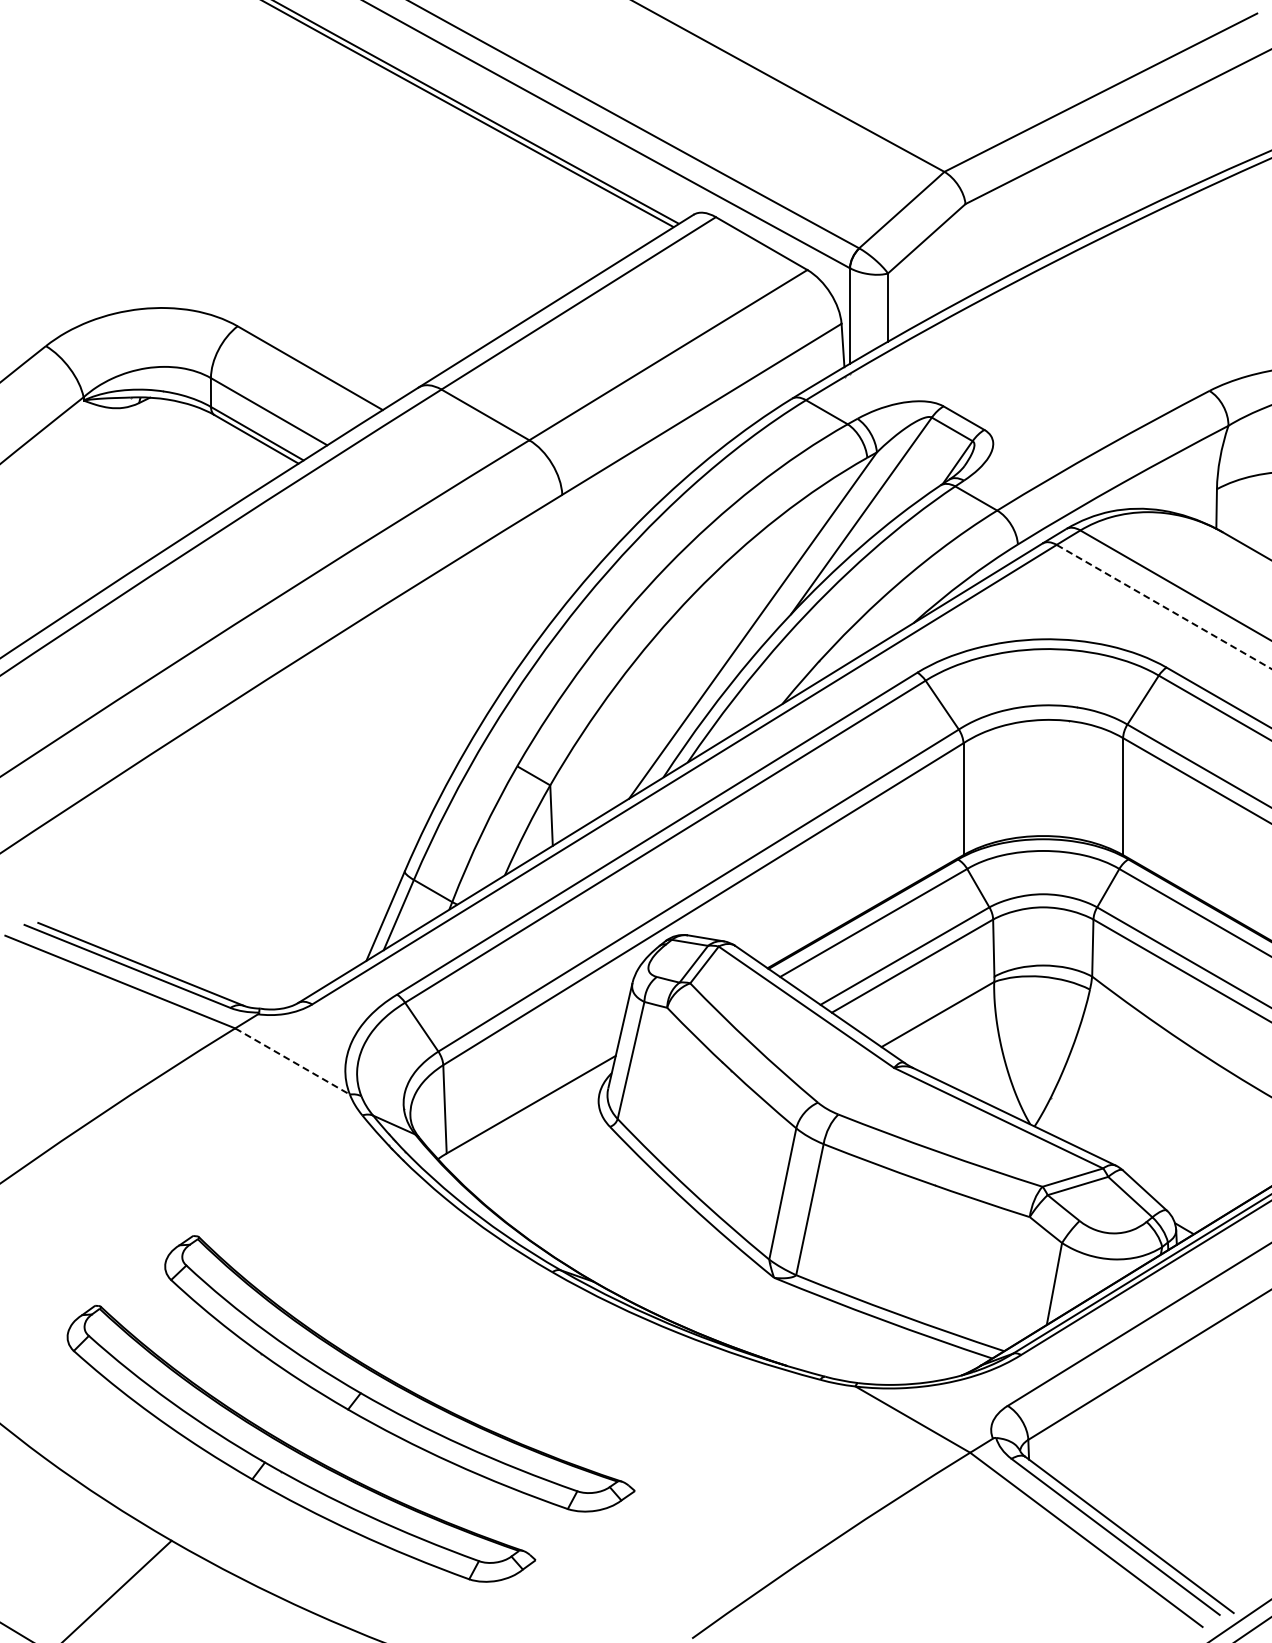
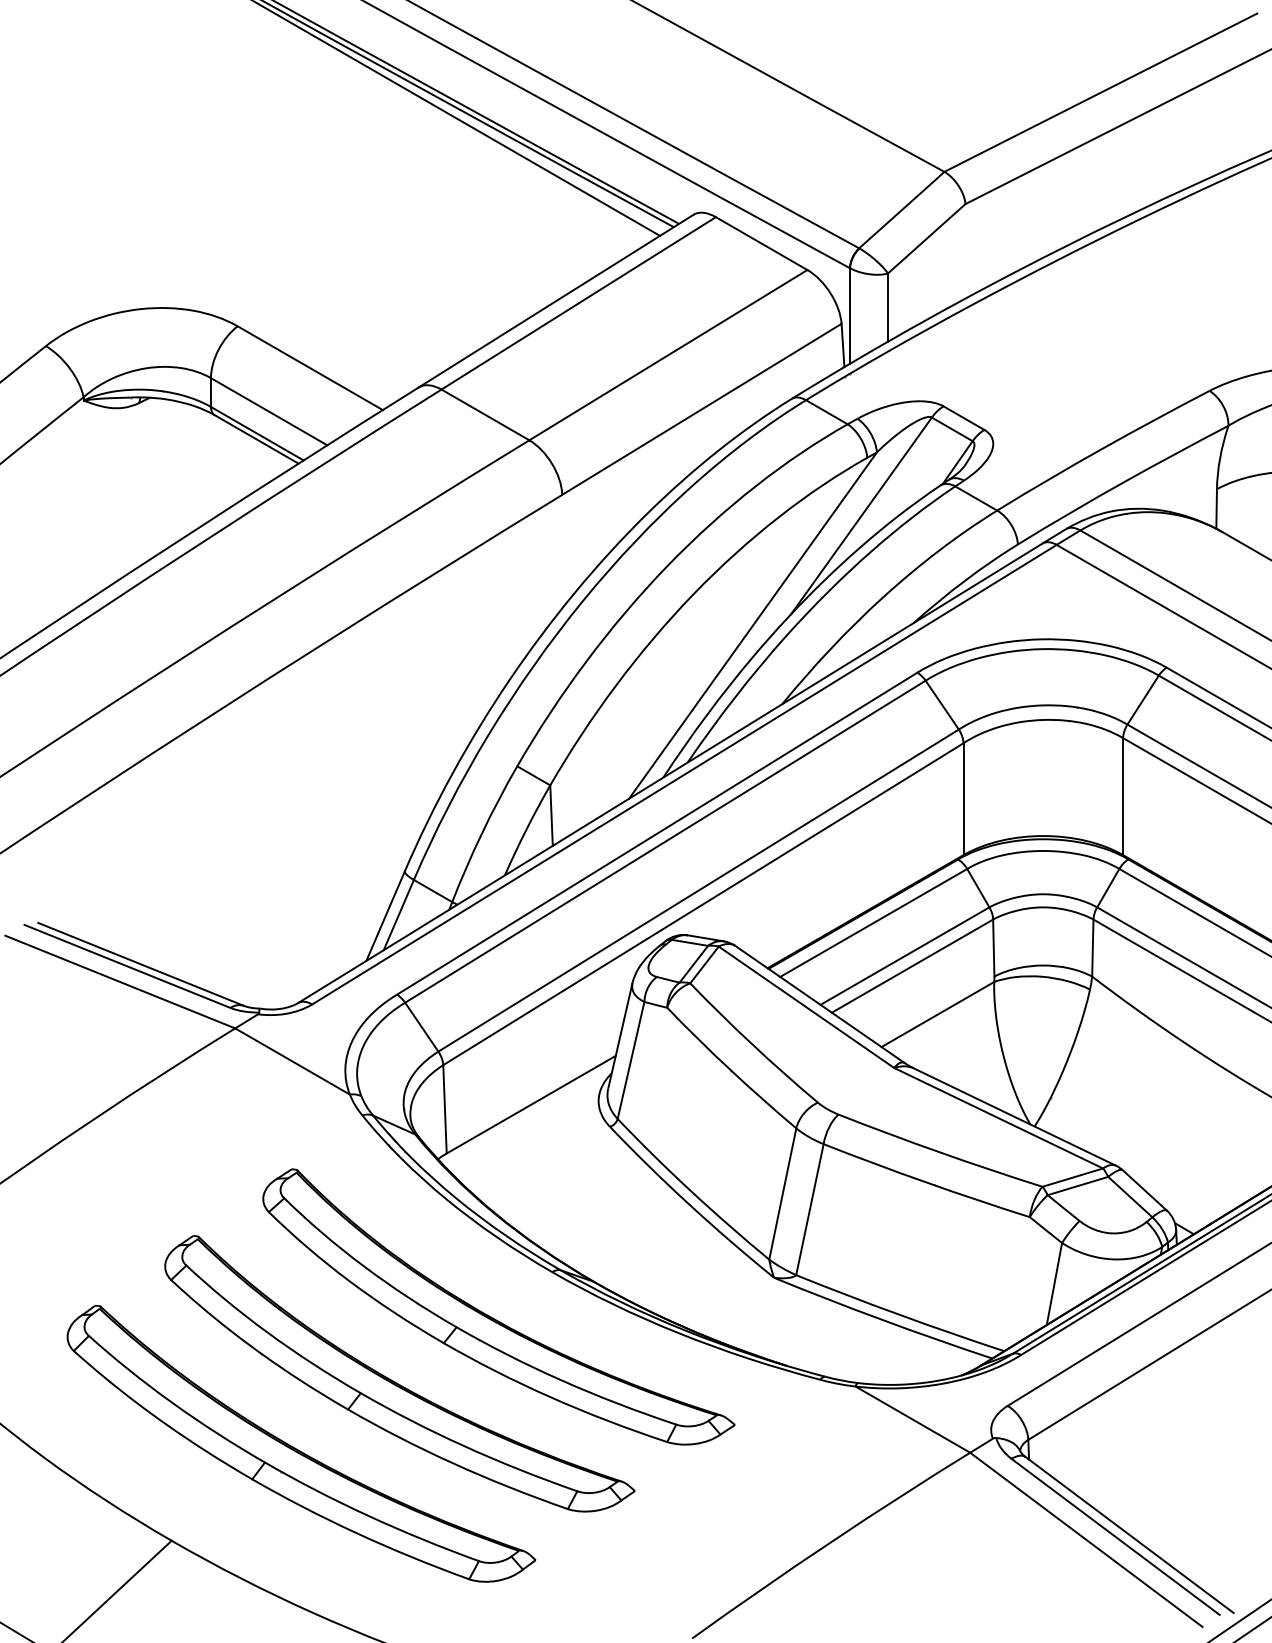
line at (457, 118): none -> present
line at (1164, 606): dashed -> solid
line at (293, 1061): dashed -> solid
part at (493, 1317): none -> present
